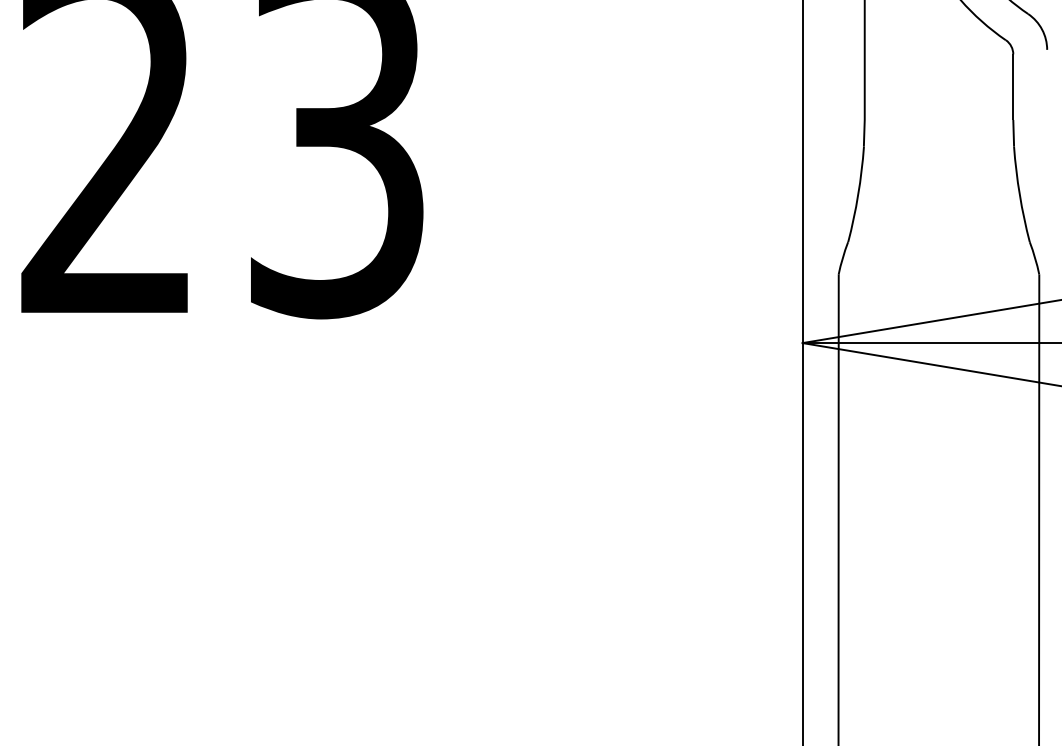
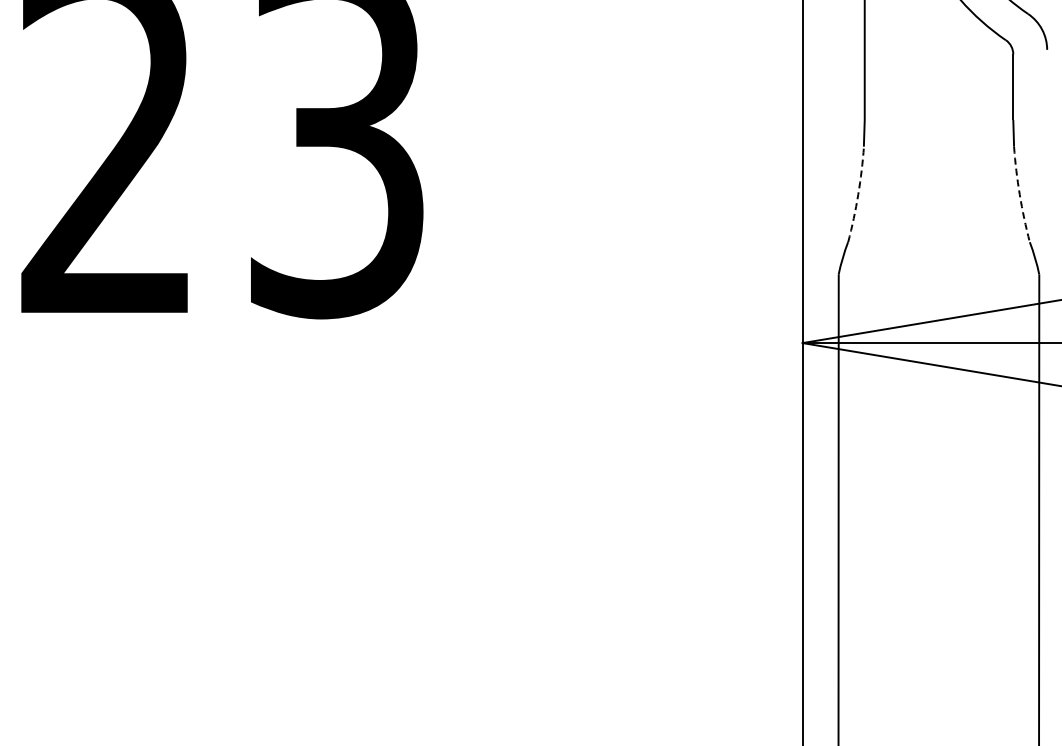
arc at (858, 194): solid -> dashed
arc at (1019, 194): solid -> dashed
